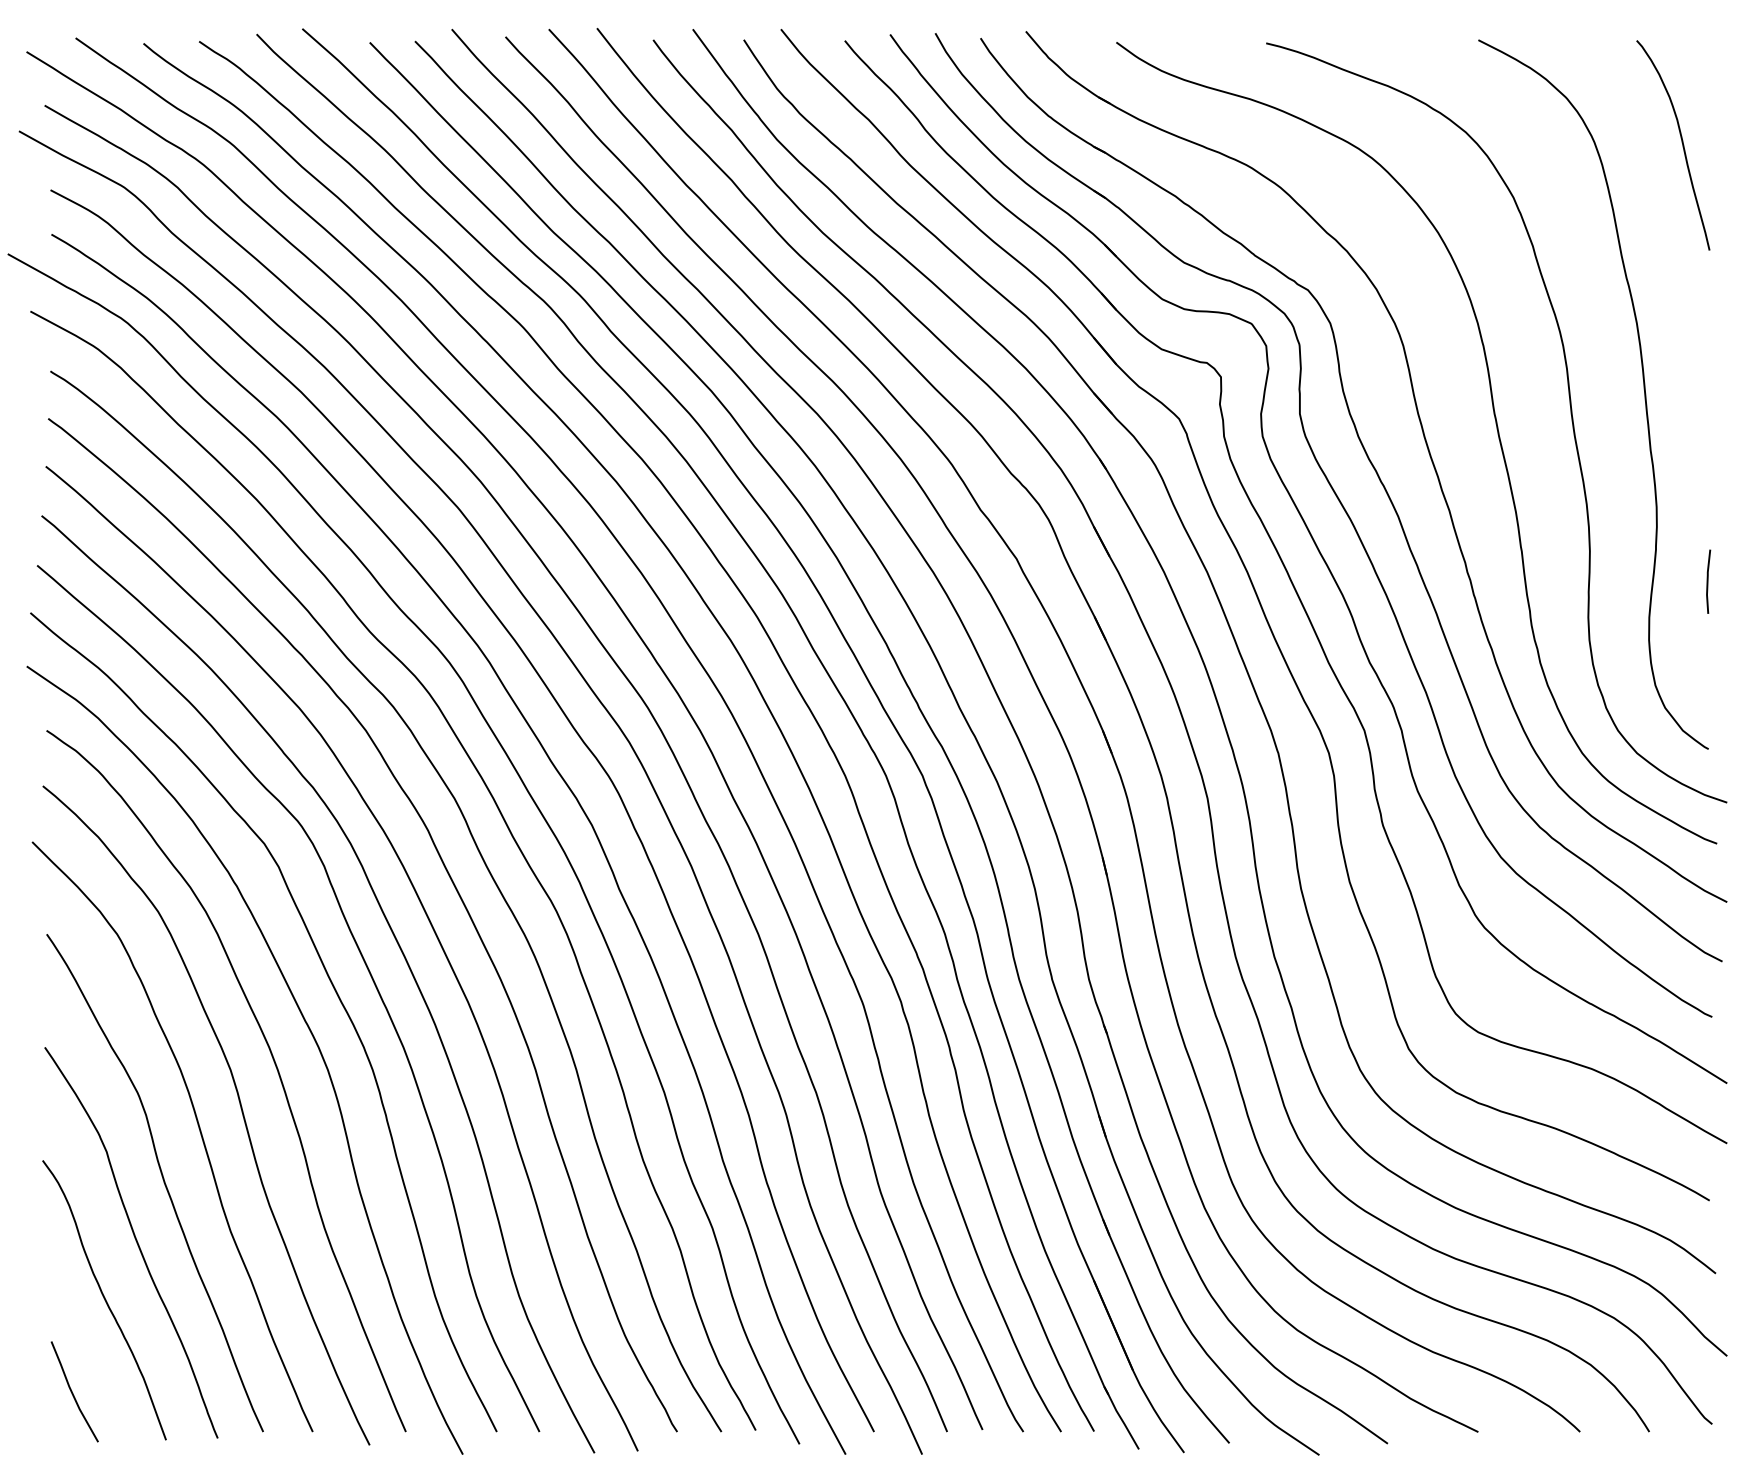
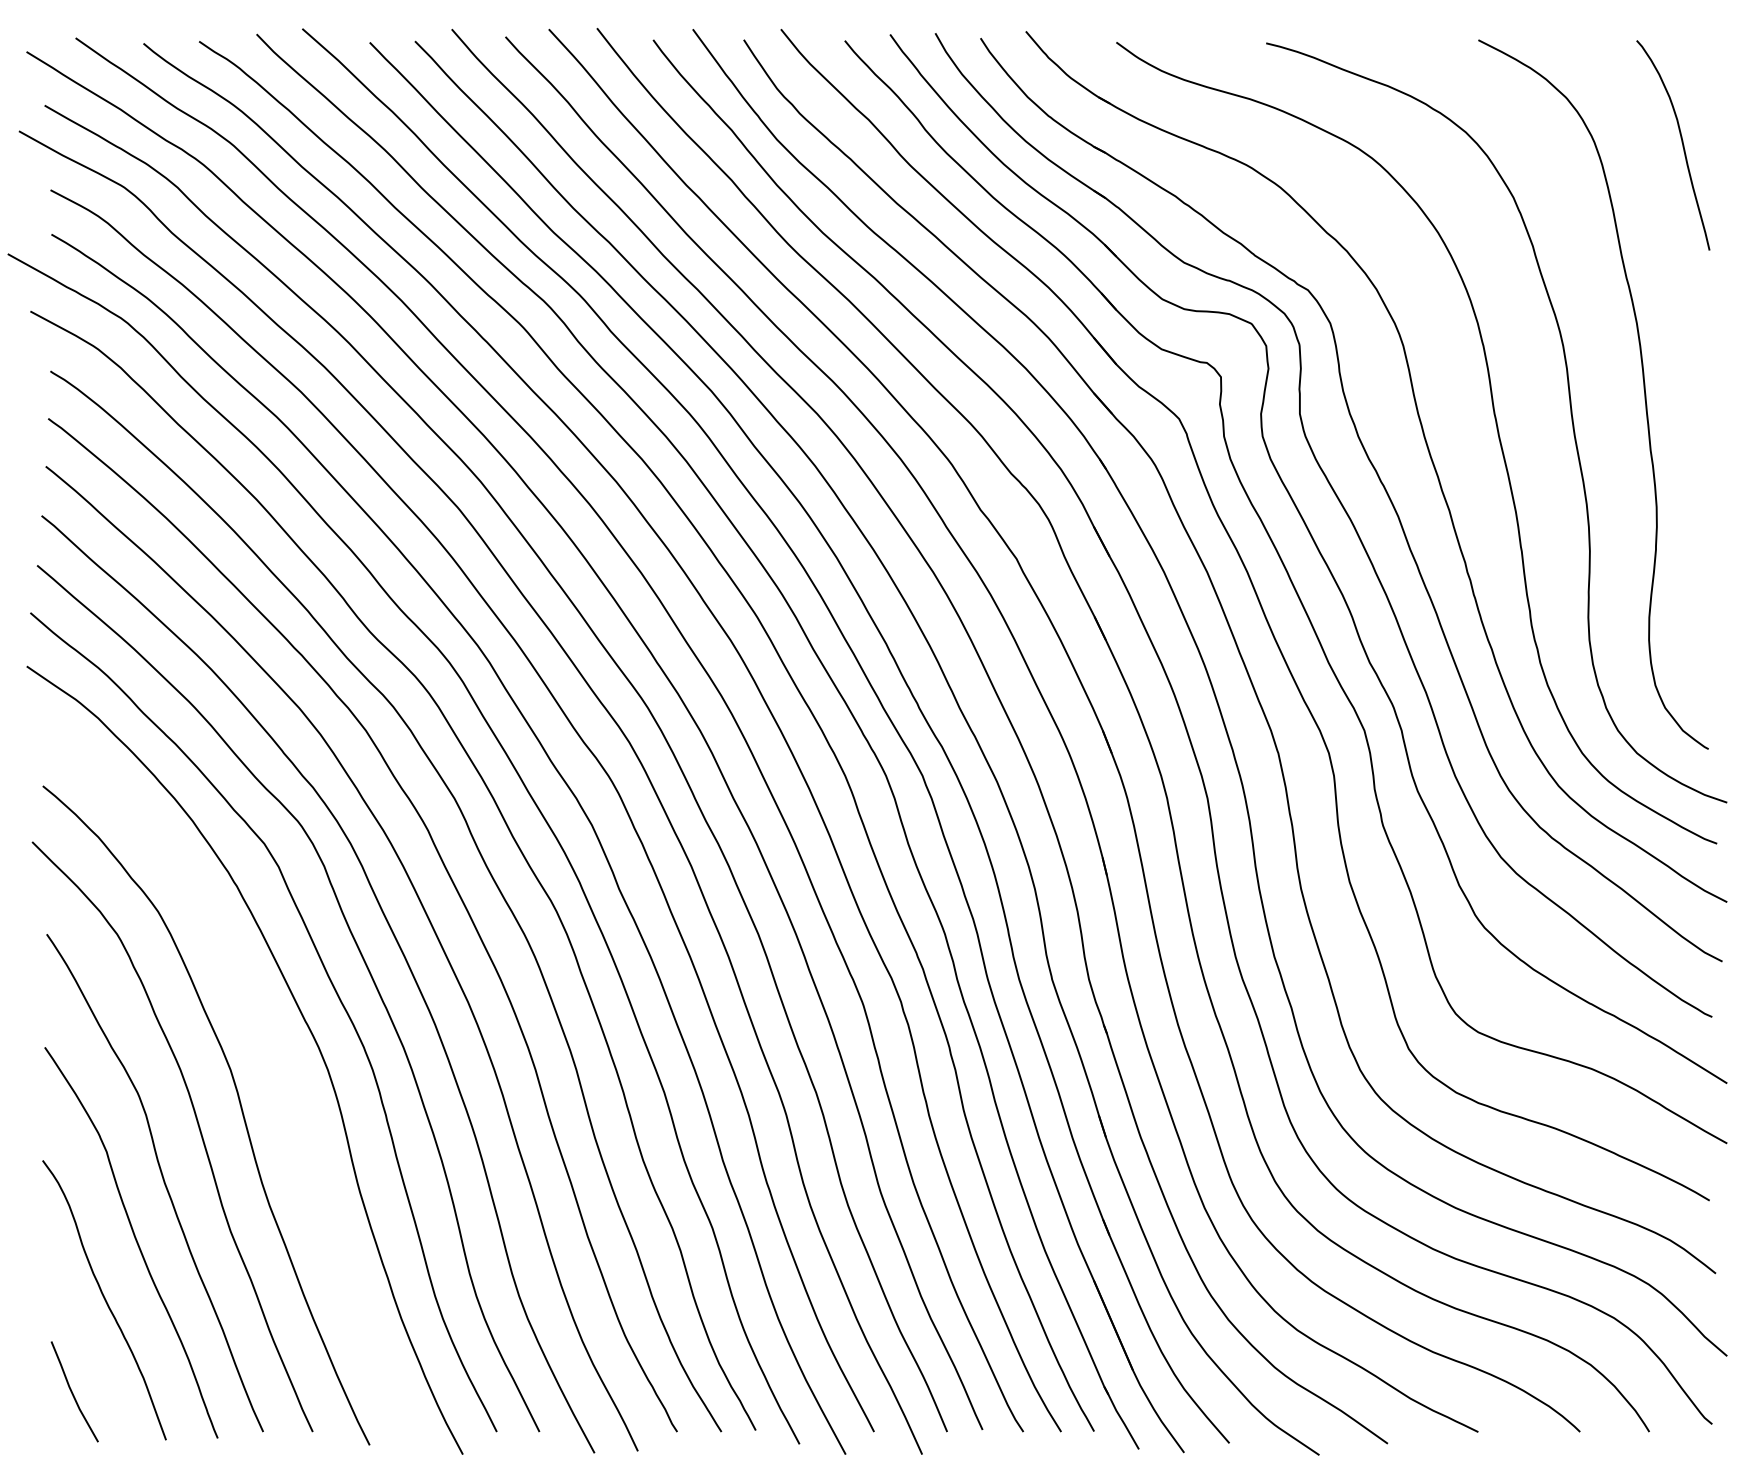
line at (1708, 581): present -> none
curve at (274, 1064): present -> none
